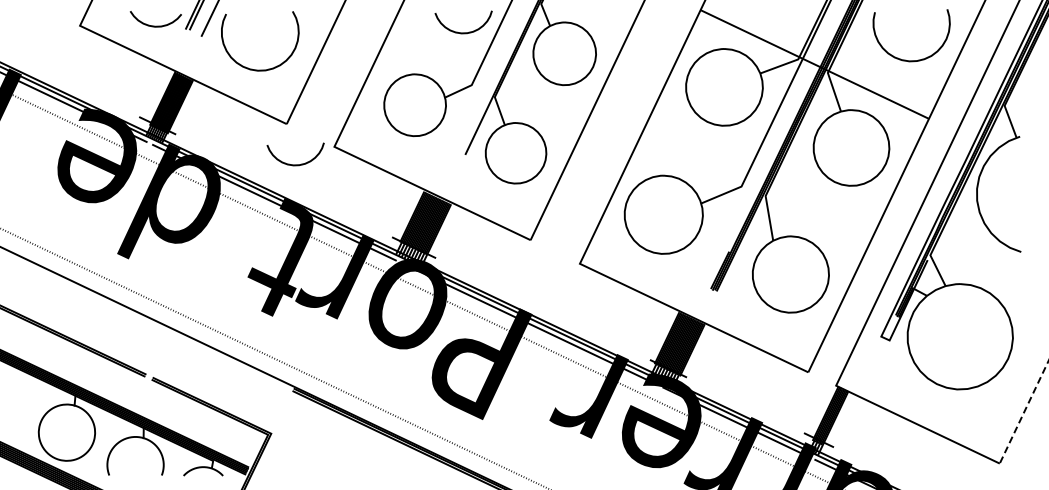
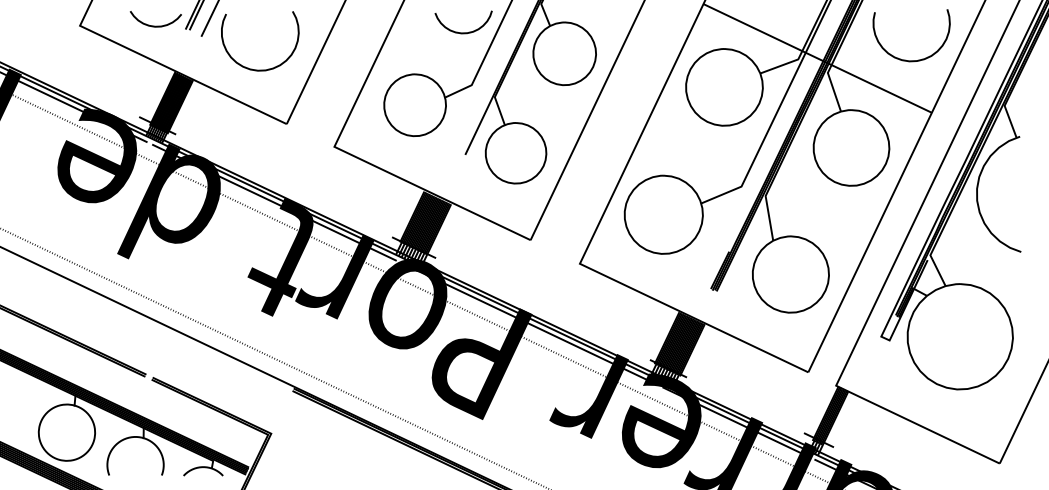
line at (814, 64) position: (814, 64) -> (817, 58)
curve at (295, 164): present -> none
line at (1024, 412): dashed -> solid
